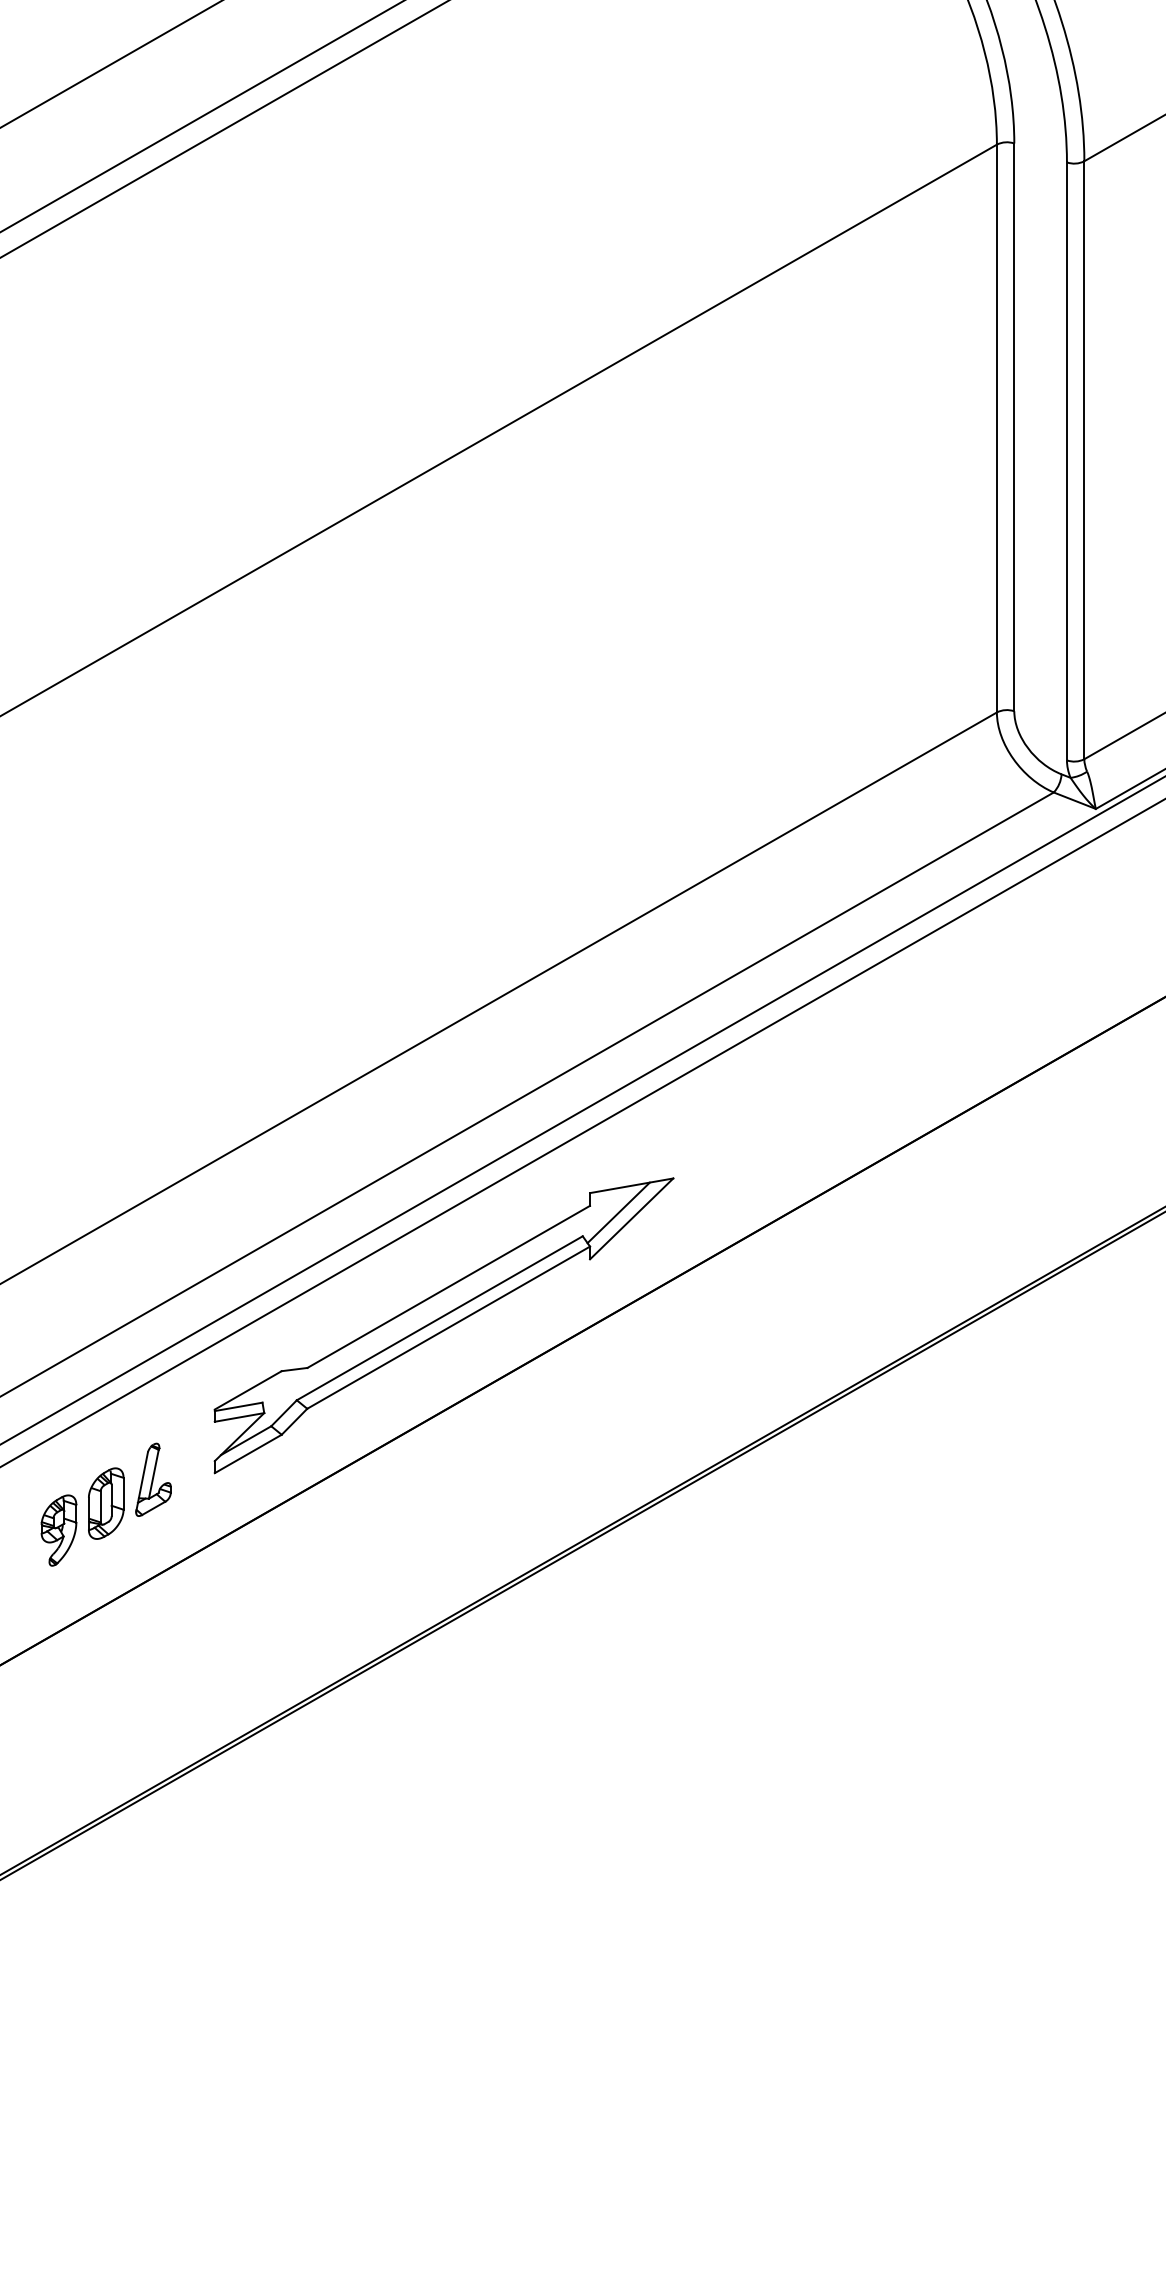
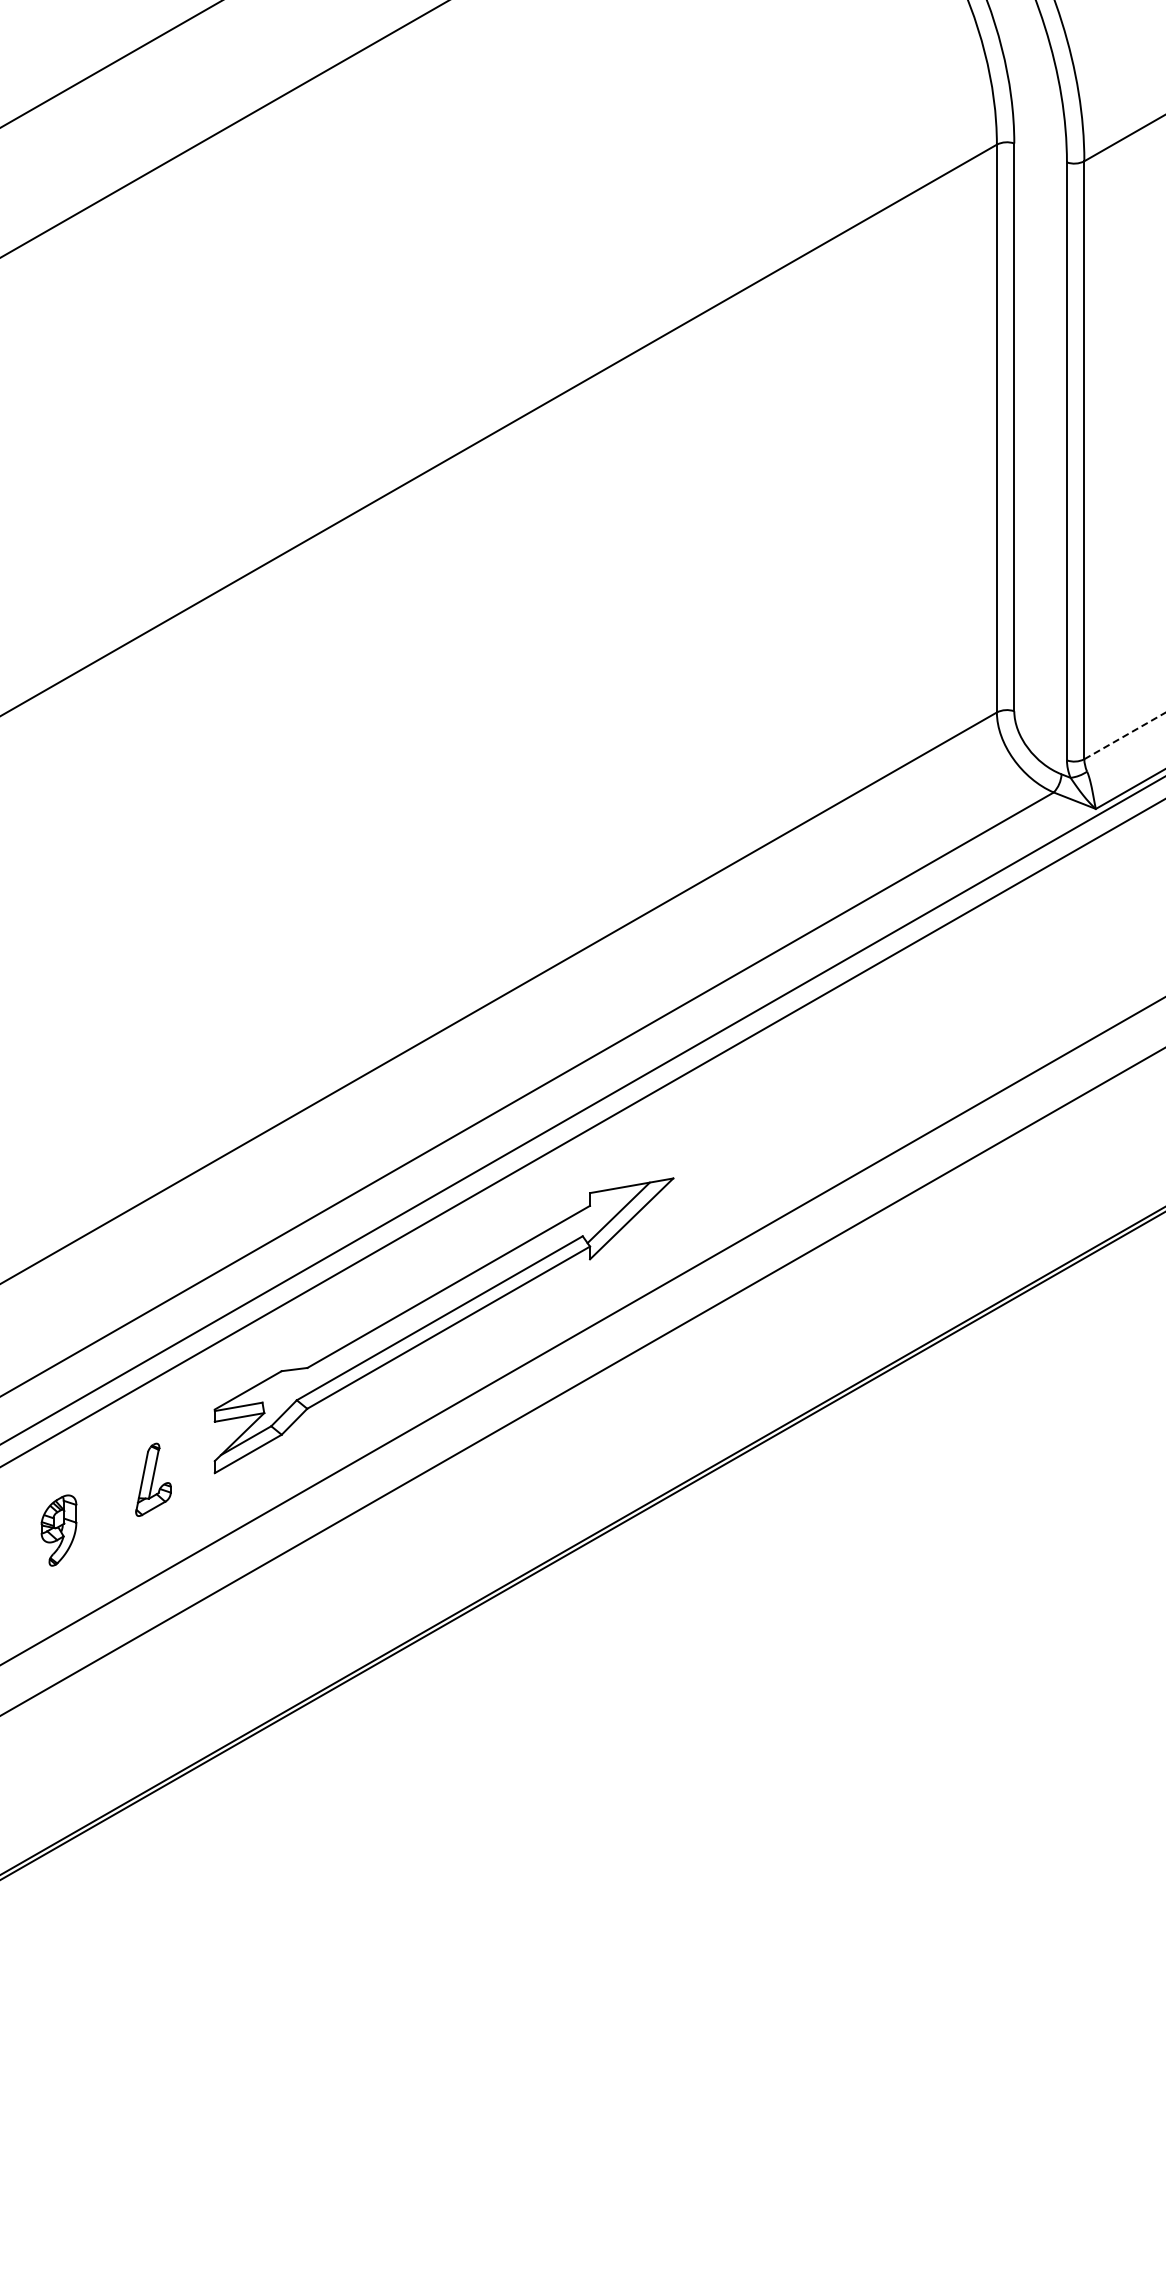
line at (201, 116): present -> none
line at (1125, 735): solid -> dashed
line at (582, 1330) position: (582, 1330) -> (582, 1381)
part at (106, 1503): present -> none
